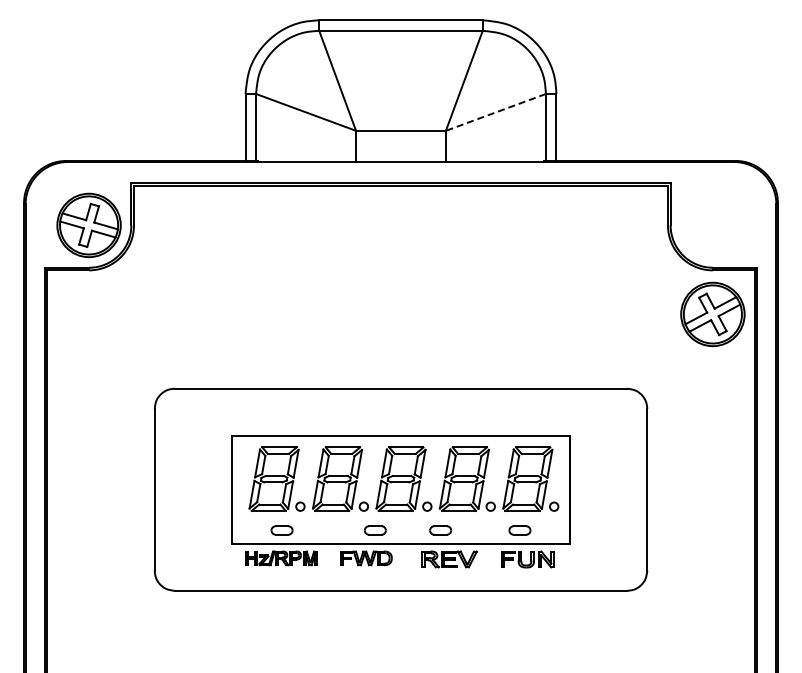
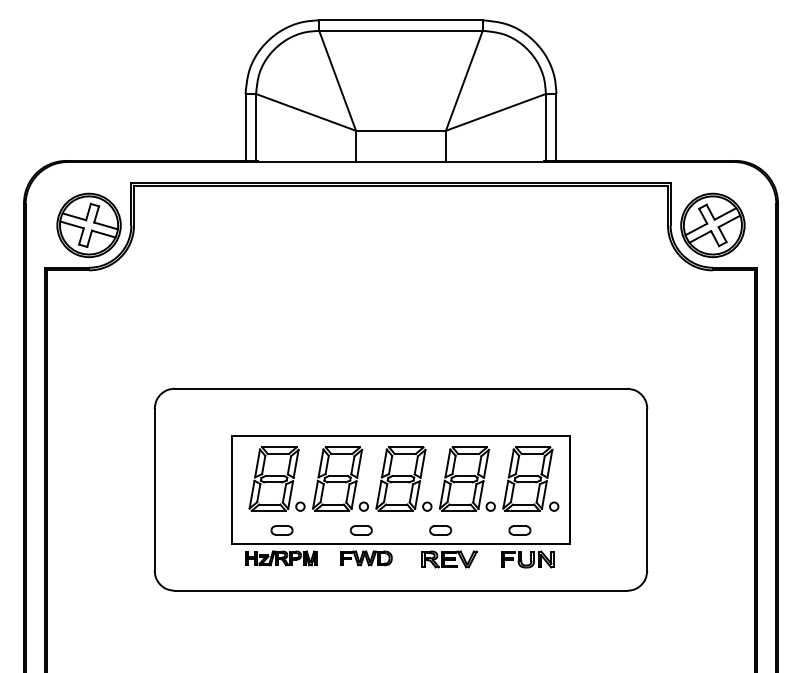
line at (495, 112): dashed -> solid
part at (712, 314) position: (712, 314) -> (712, 225)
part at (374, 530) position: (374, 530) -> (360, 530)
